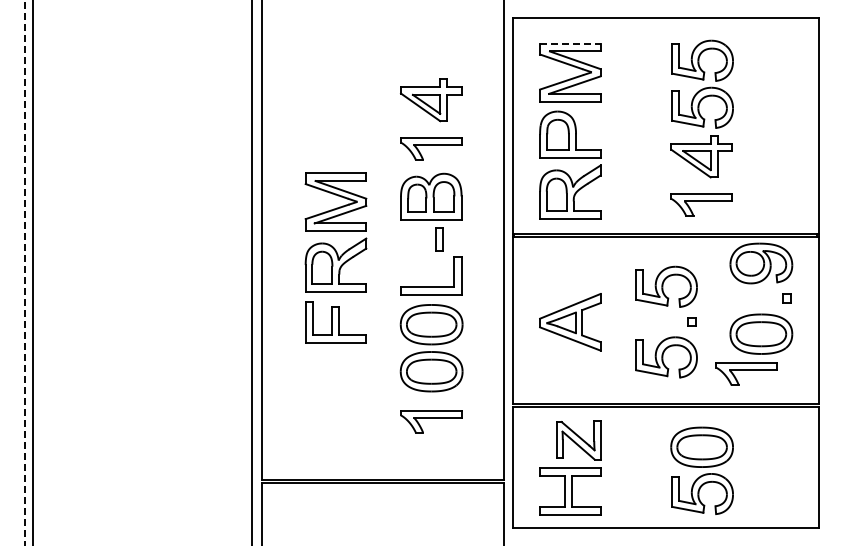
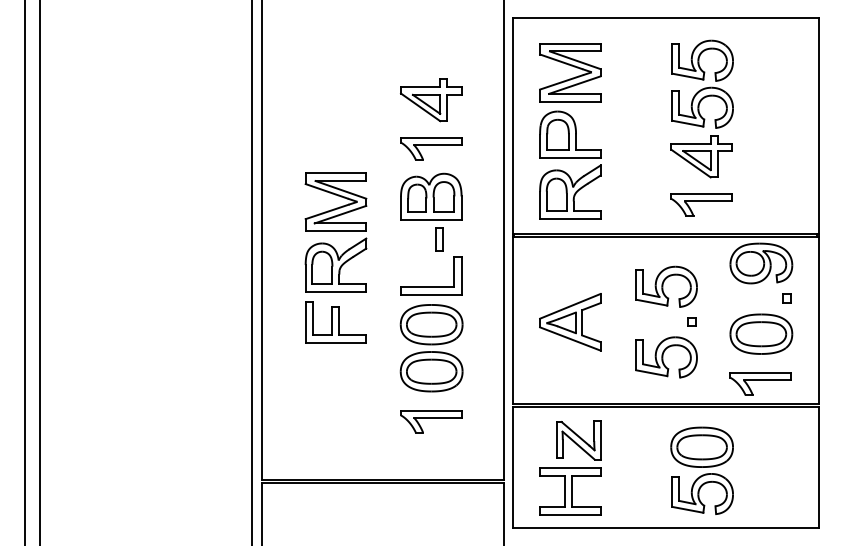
line at (570, 43): dashed -> solid
line at (25, 272): dashed -> solid
line at (33, 272) position: (33, 272) -> (40, 272)
part at (746, 373) position: (746, 373) -> (760, 383)
